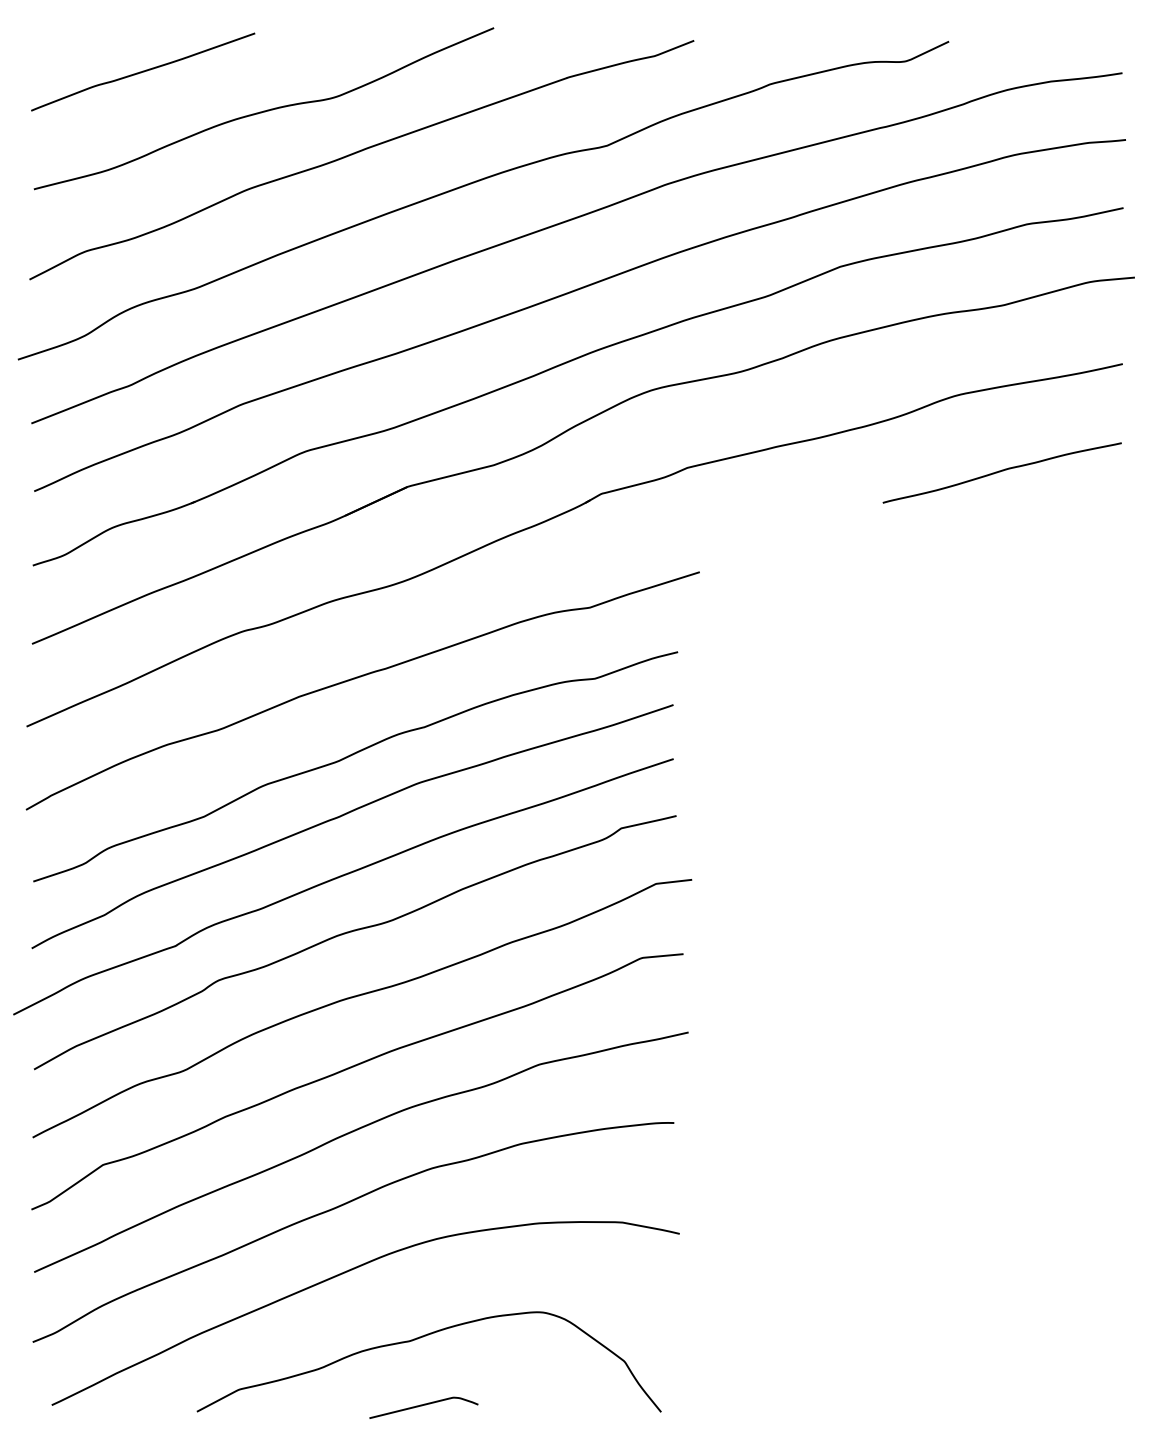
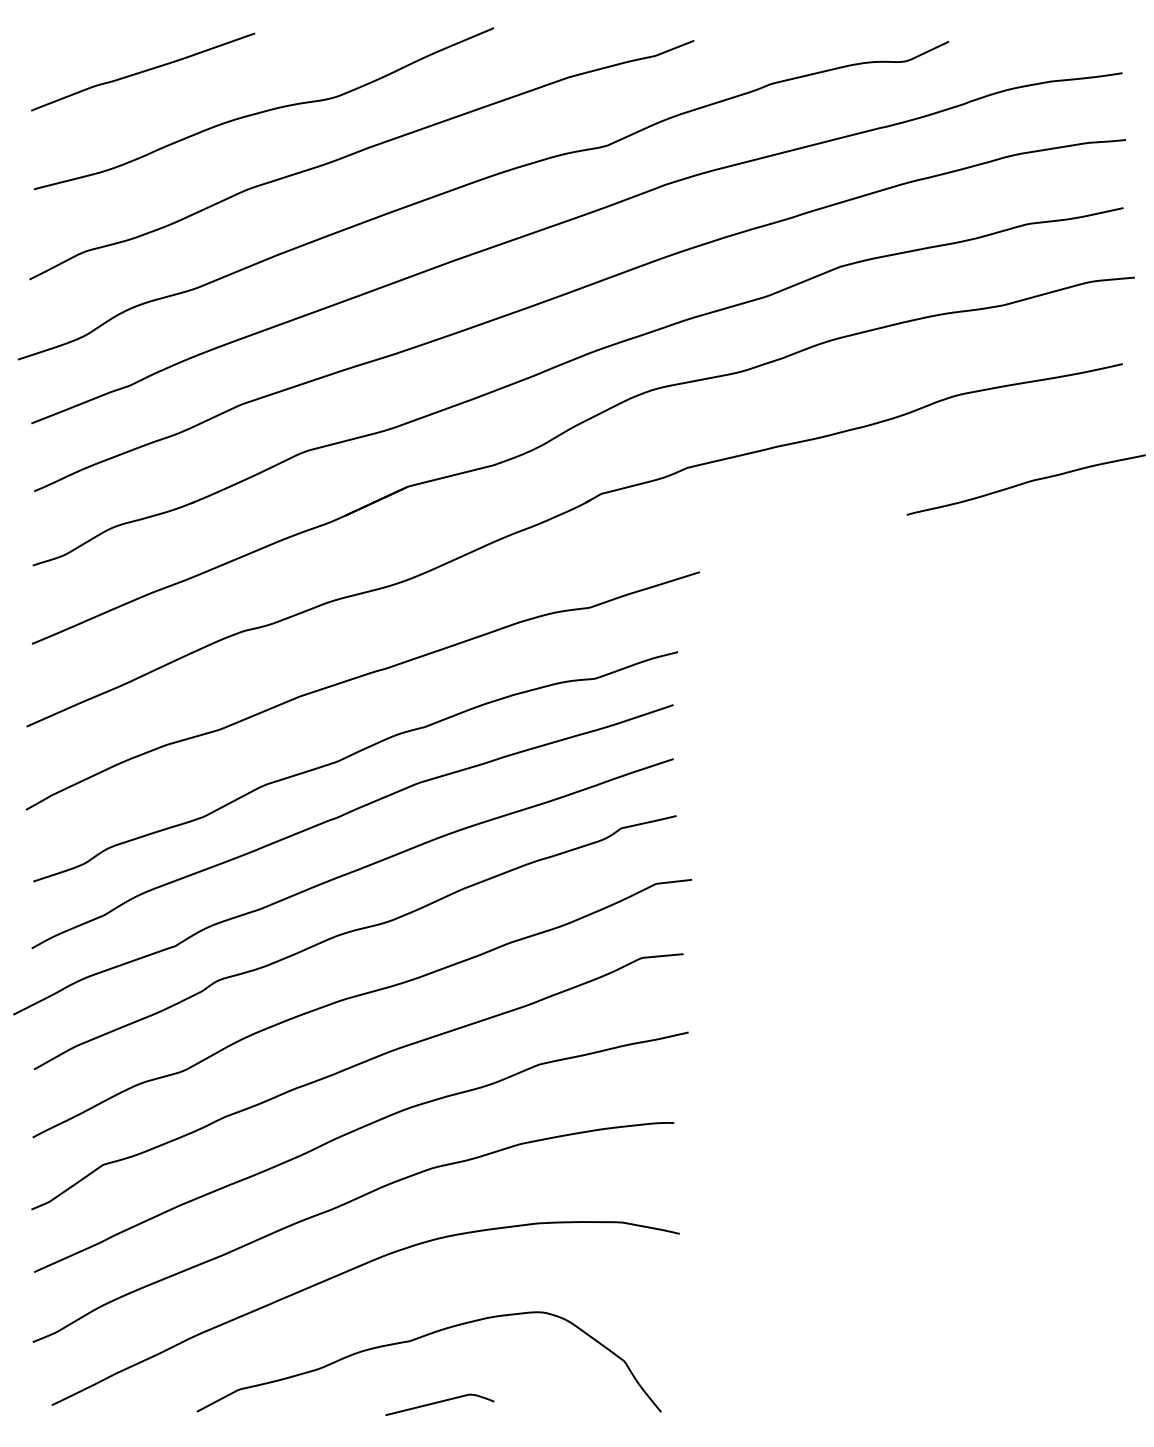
curve at (1001, 471) position: (1001, 471) -> (1025, 483)
curve at (422, 1406) position: (422, 1406) -> (438, 1403)
